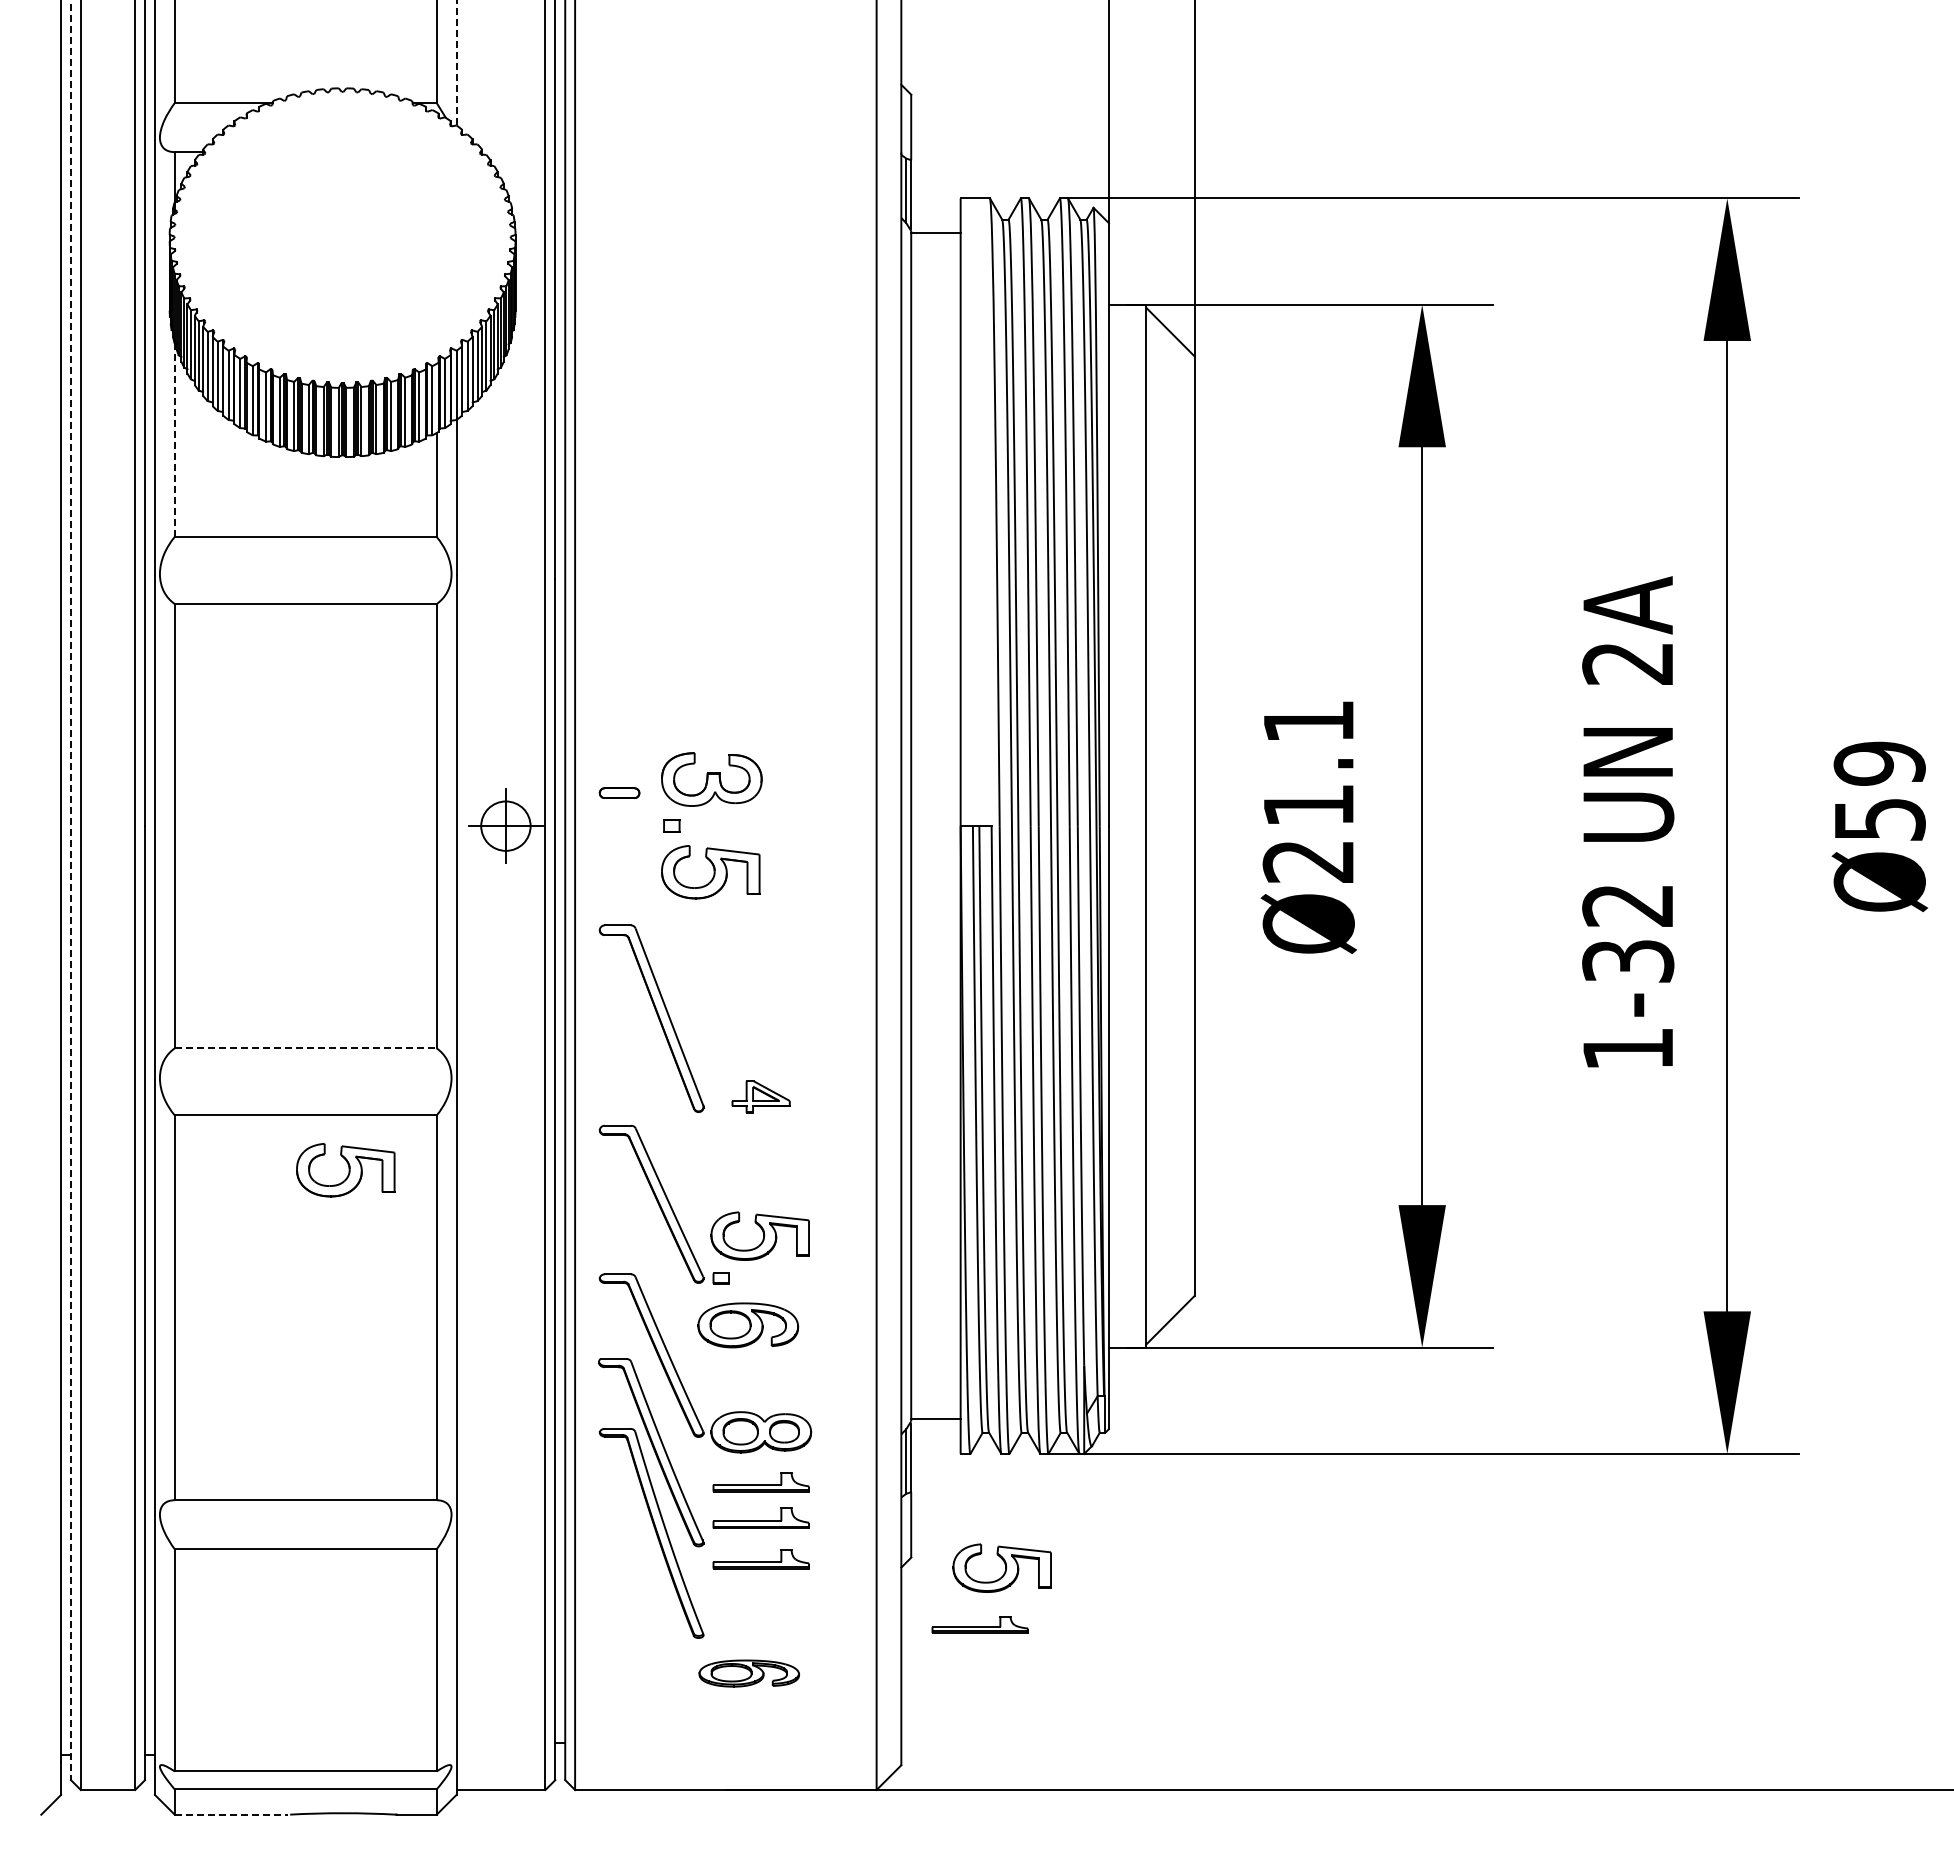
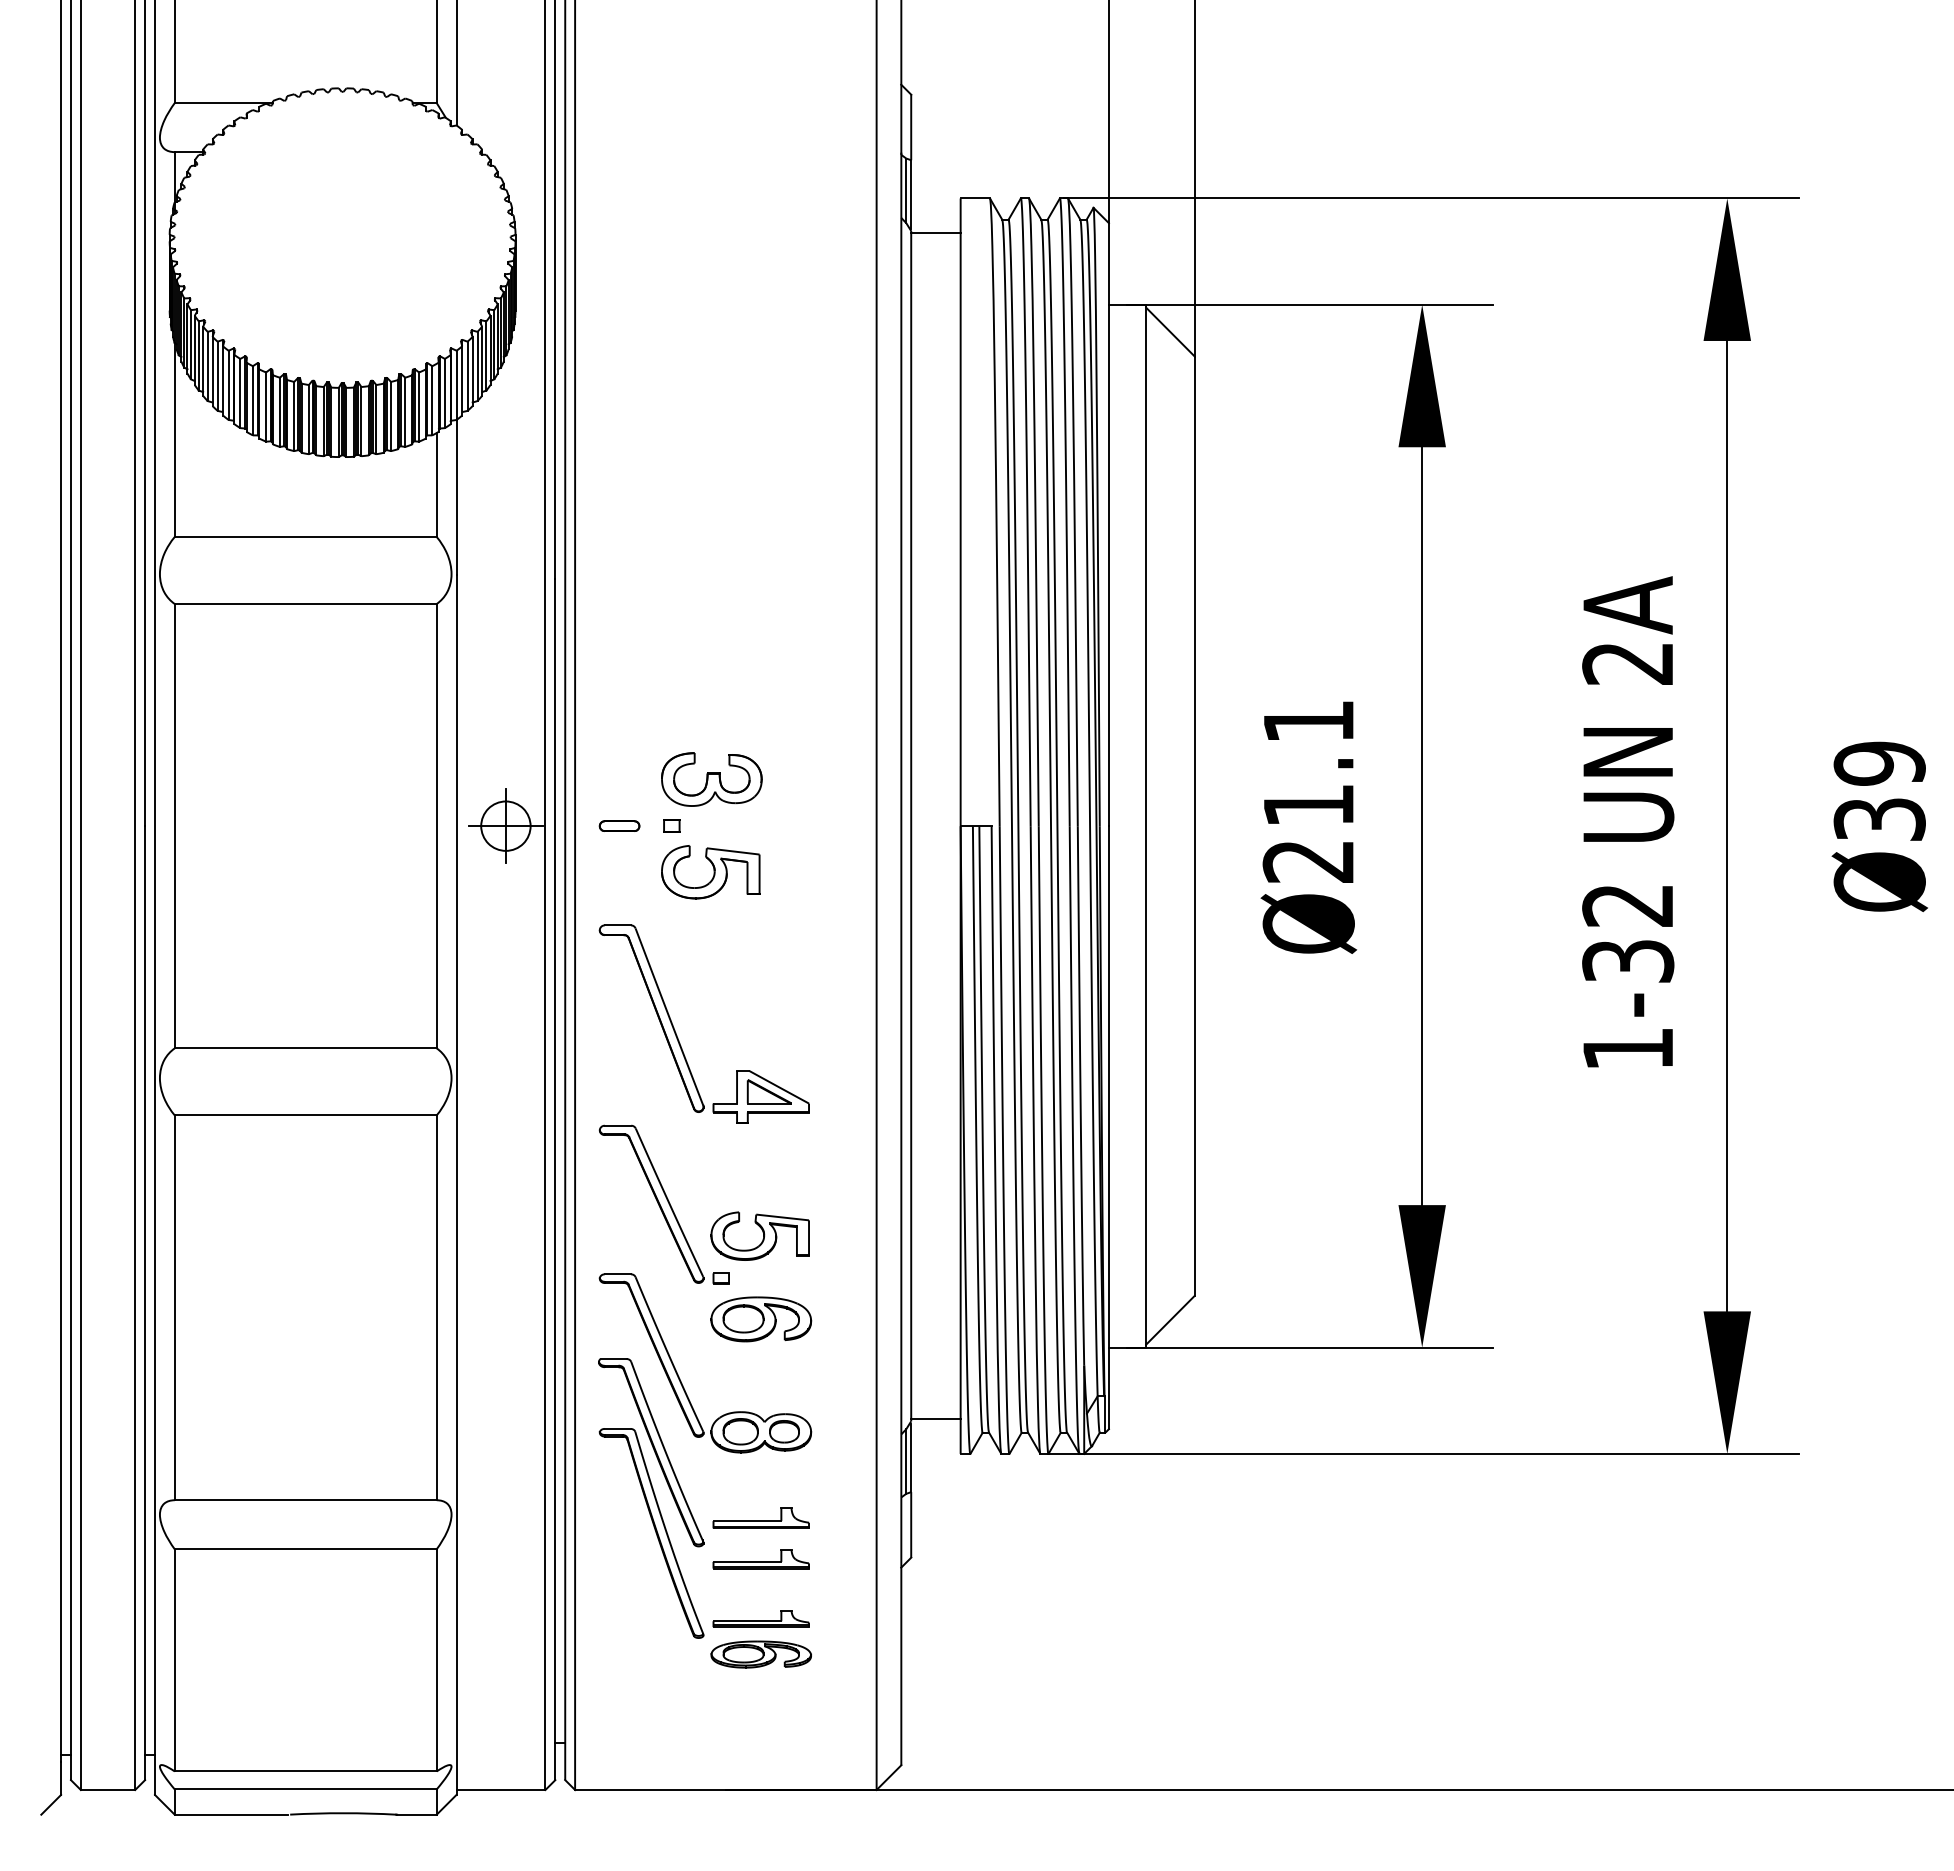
line at (456, 62): dashed -> solid
line at (174, 440): dashed -> solid
part at (619, 792) position: (619, 792) -> (619, 825)
text at (1879, 819): Ø59 -> Ø39
line at (70, 890): dashed -> solid
line at (305, 1048): dashed -> solid
part at (760, 1096) size: 60x34 px -> 98x54 px
part at (345, 1170): present -> none
part at (748, 1325) position: (748, 1325) -> (761, 1319)
part at (760, 1482): present -> none
part at (1001, 1567): present -> none
part at (979, 1624) position: (979, 1624) -> (760, 1618)
part at (748, 1673) position: (748, 1673) -> (760, 1654)
line at (231, 1814): dashed -> solid
